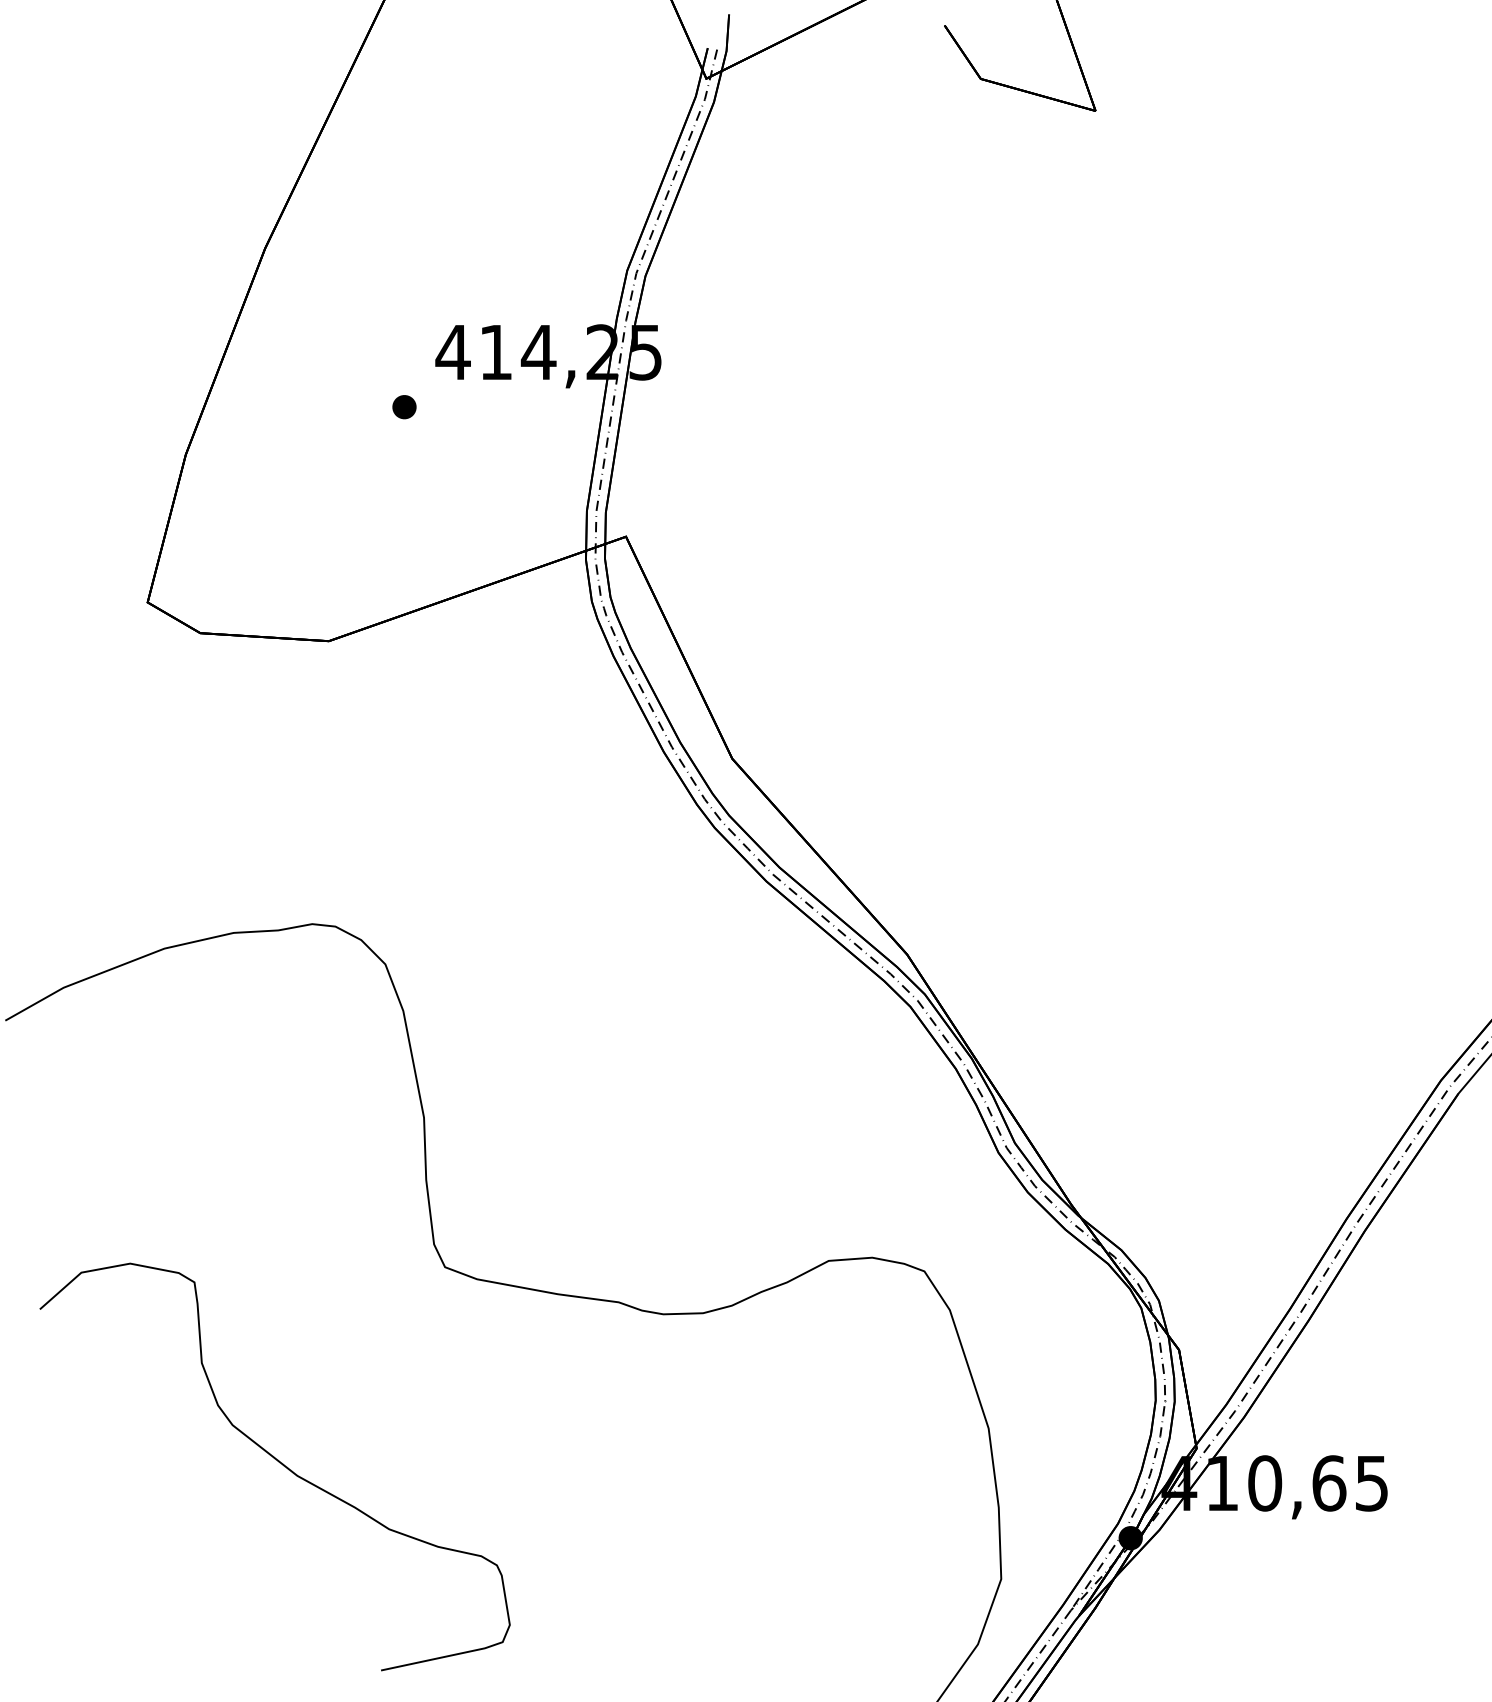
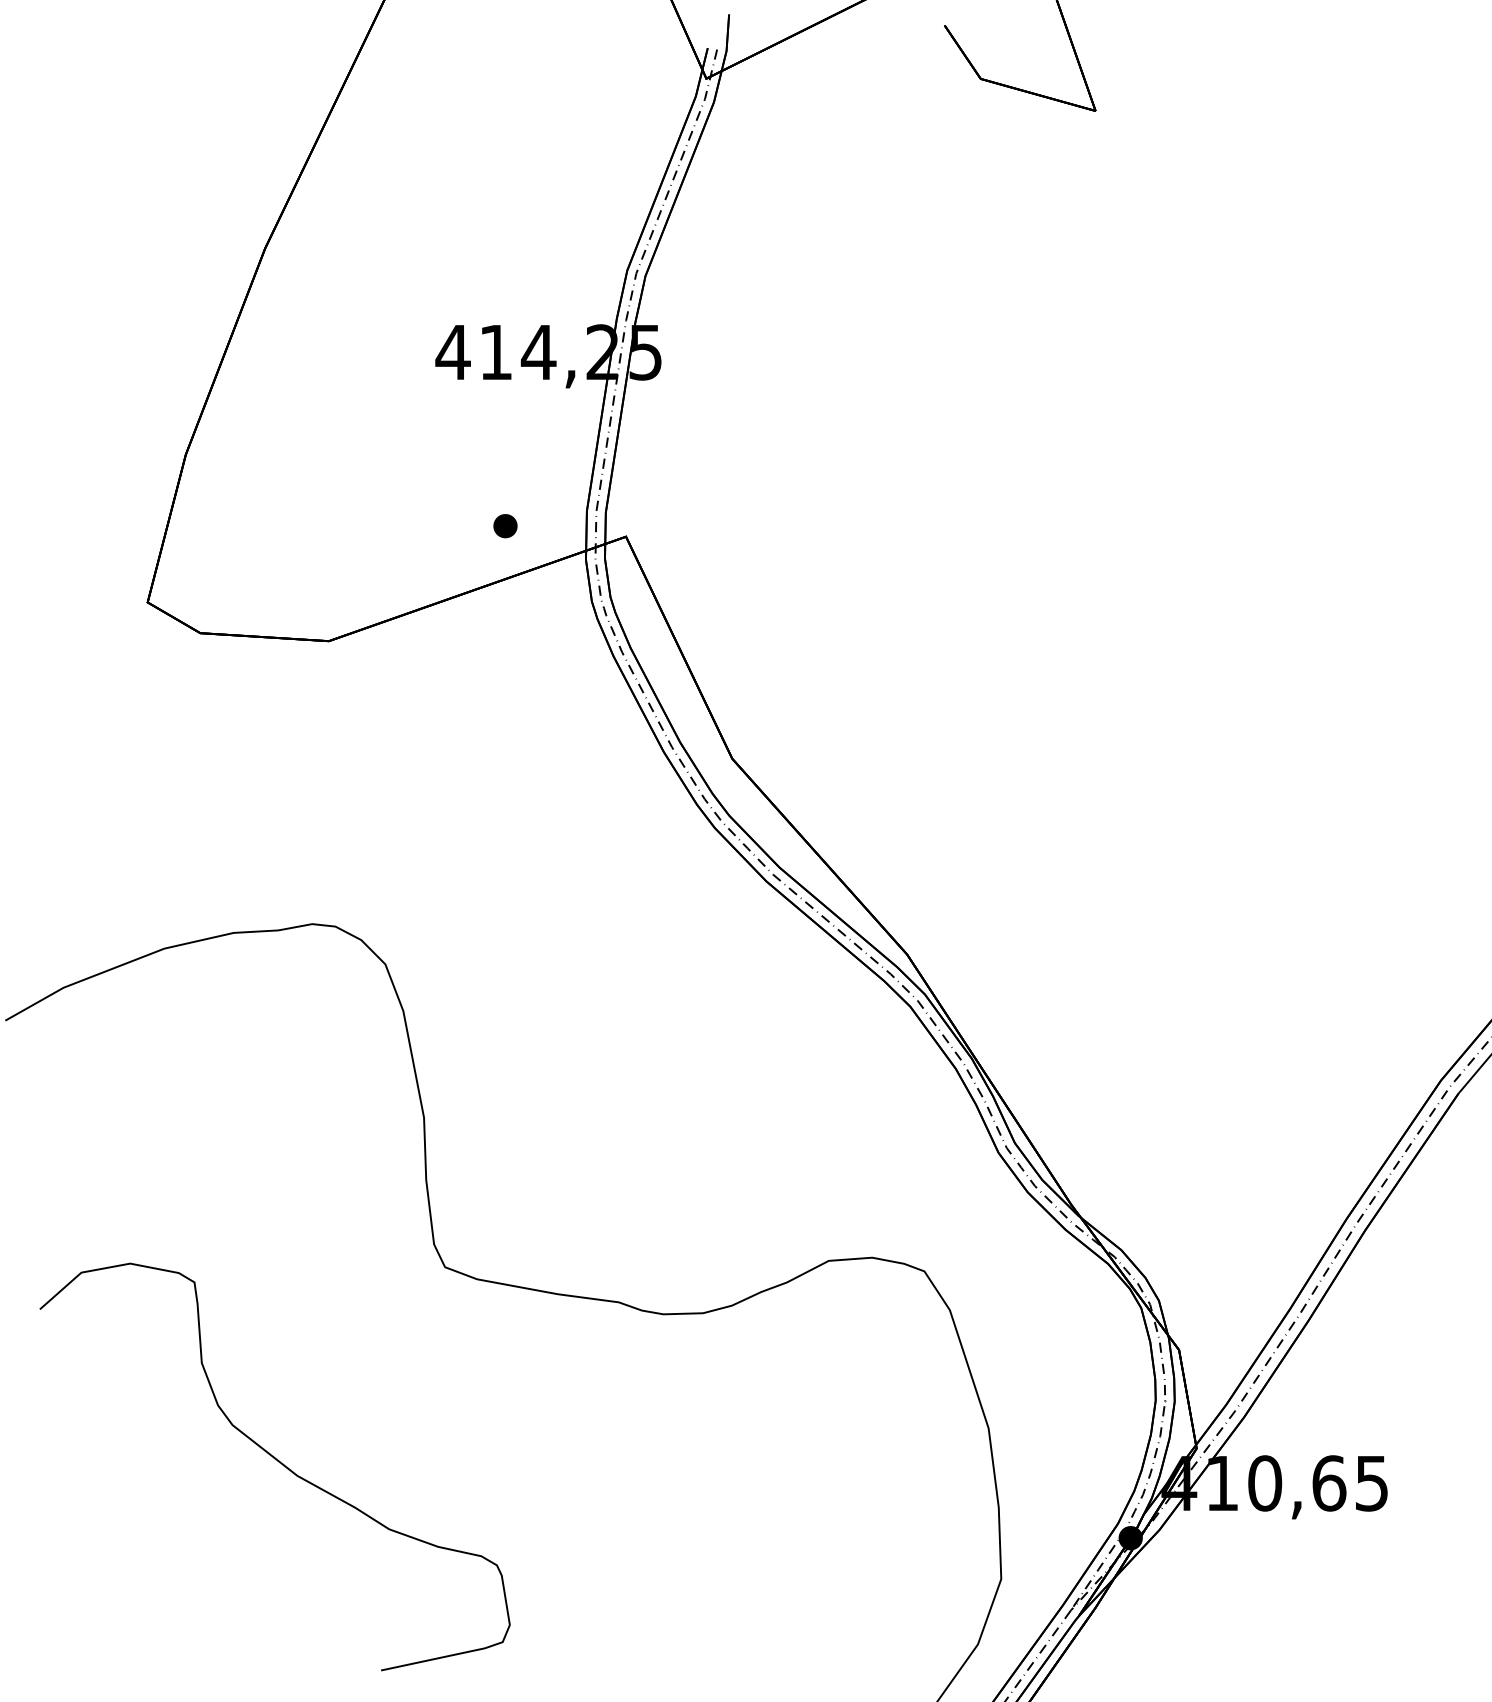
part at (404, 407) position: (404, 407) -> (505, 526)
